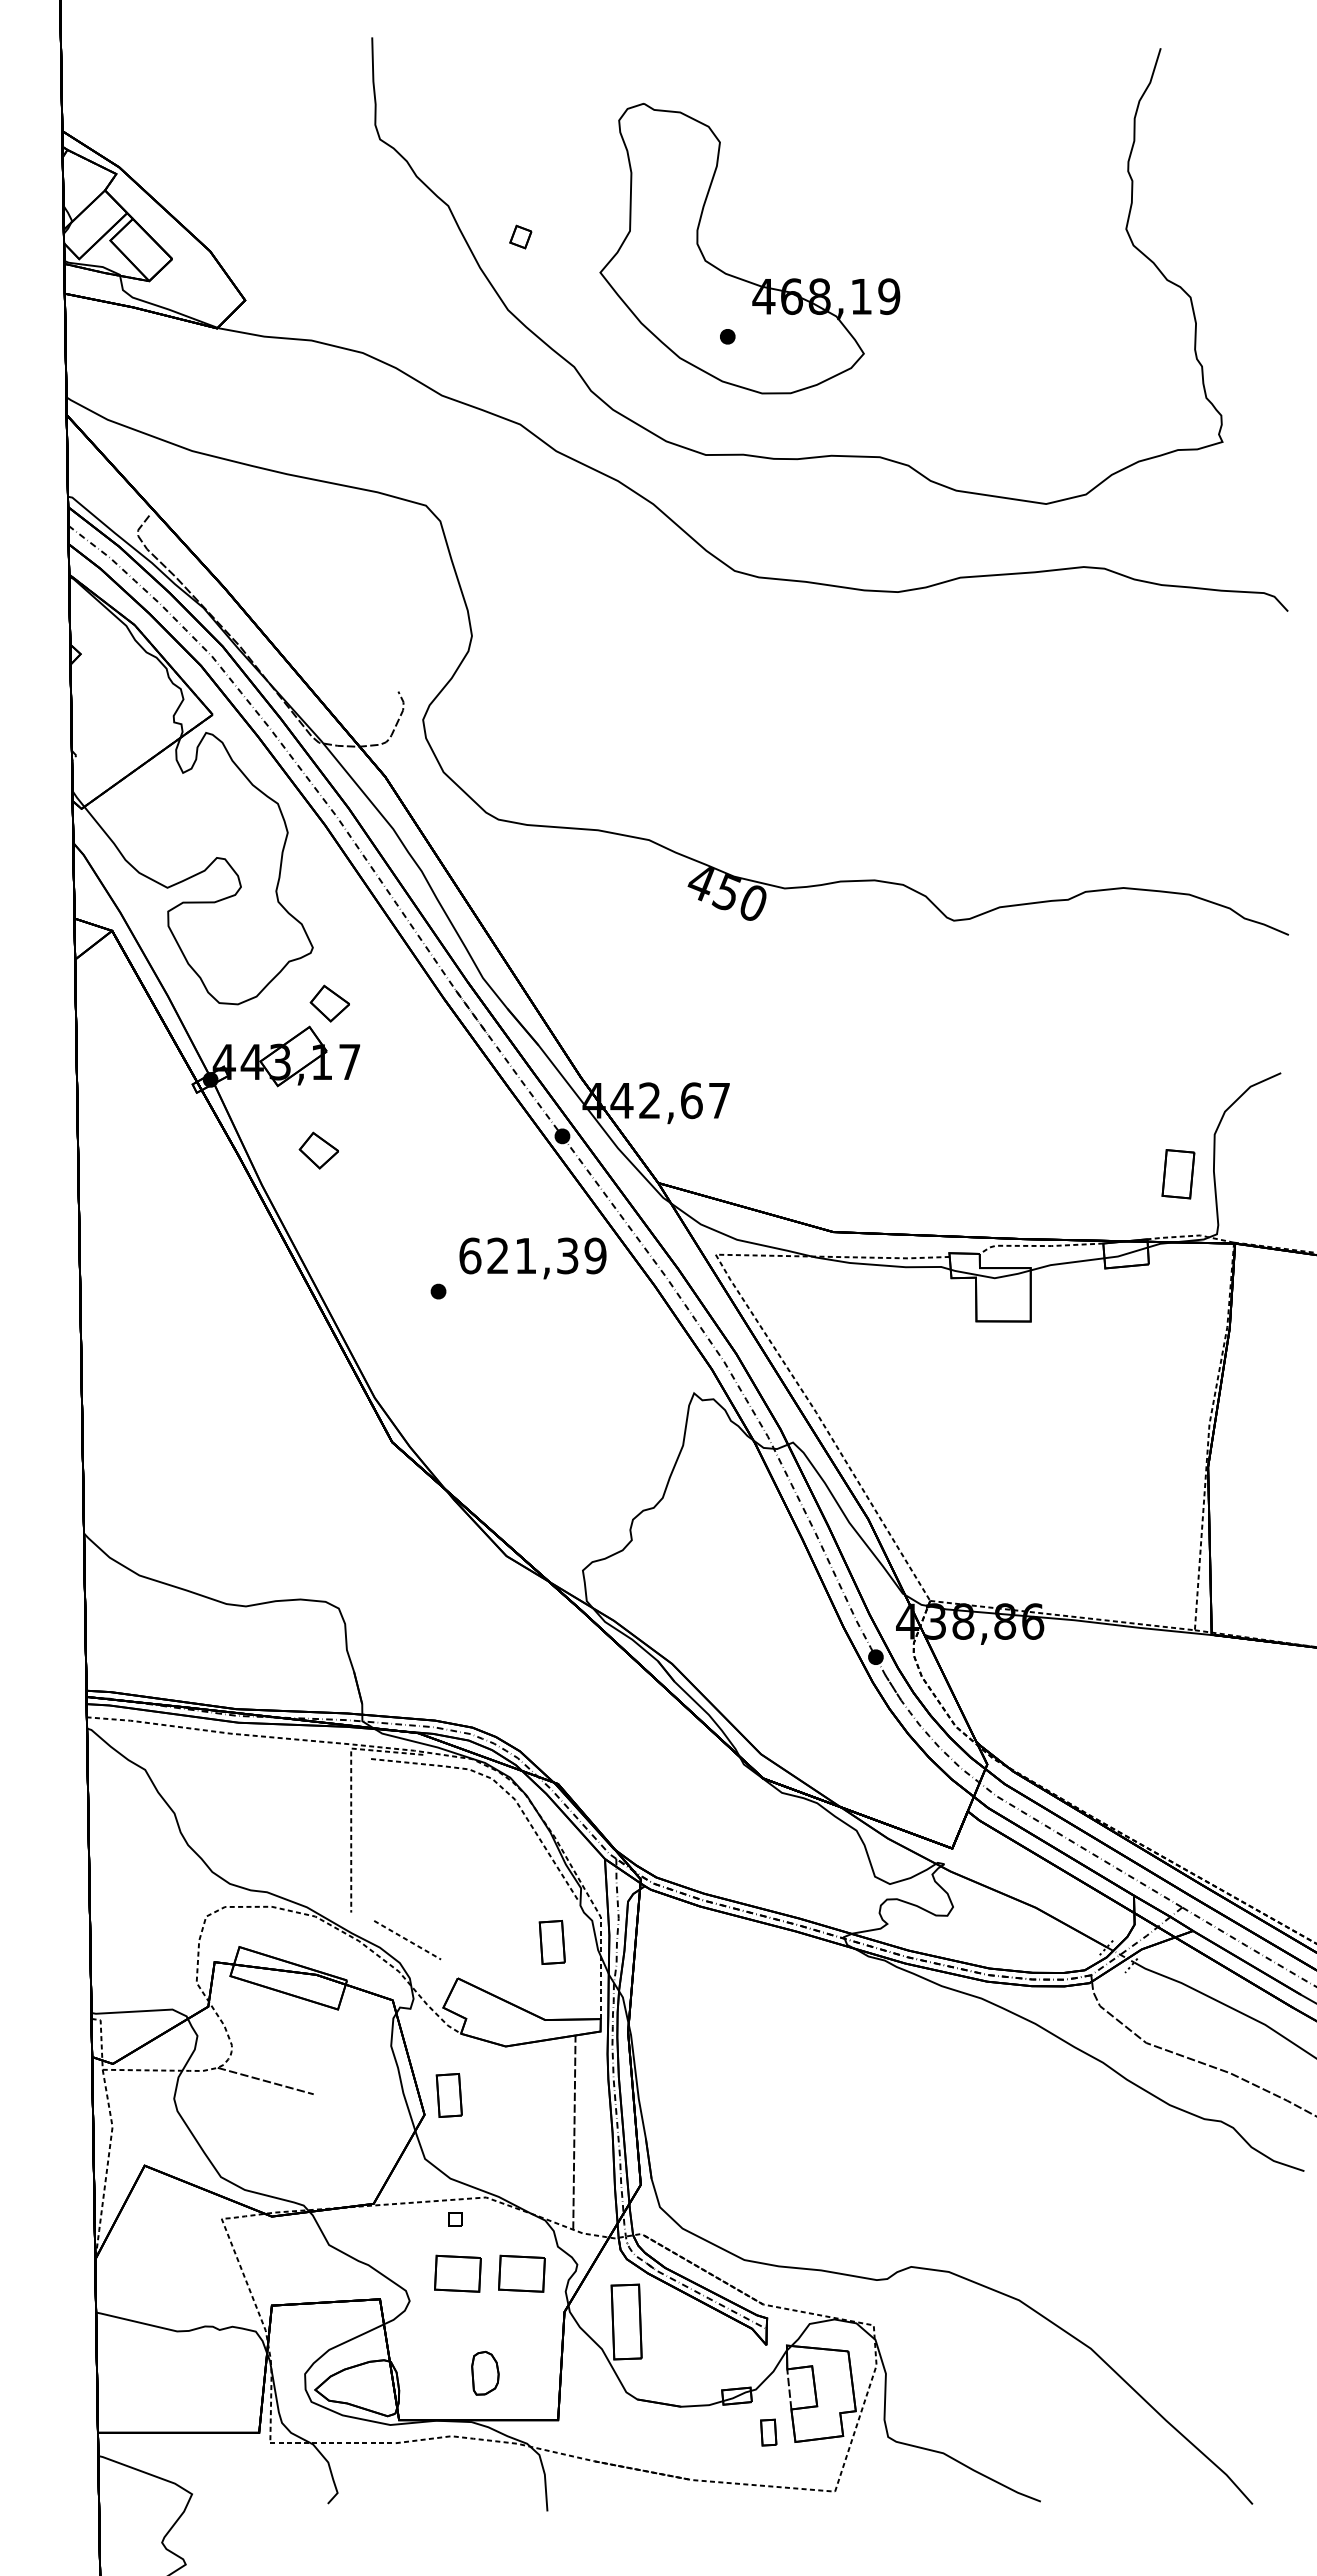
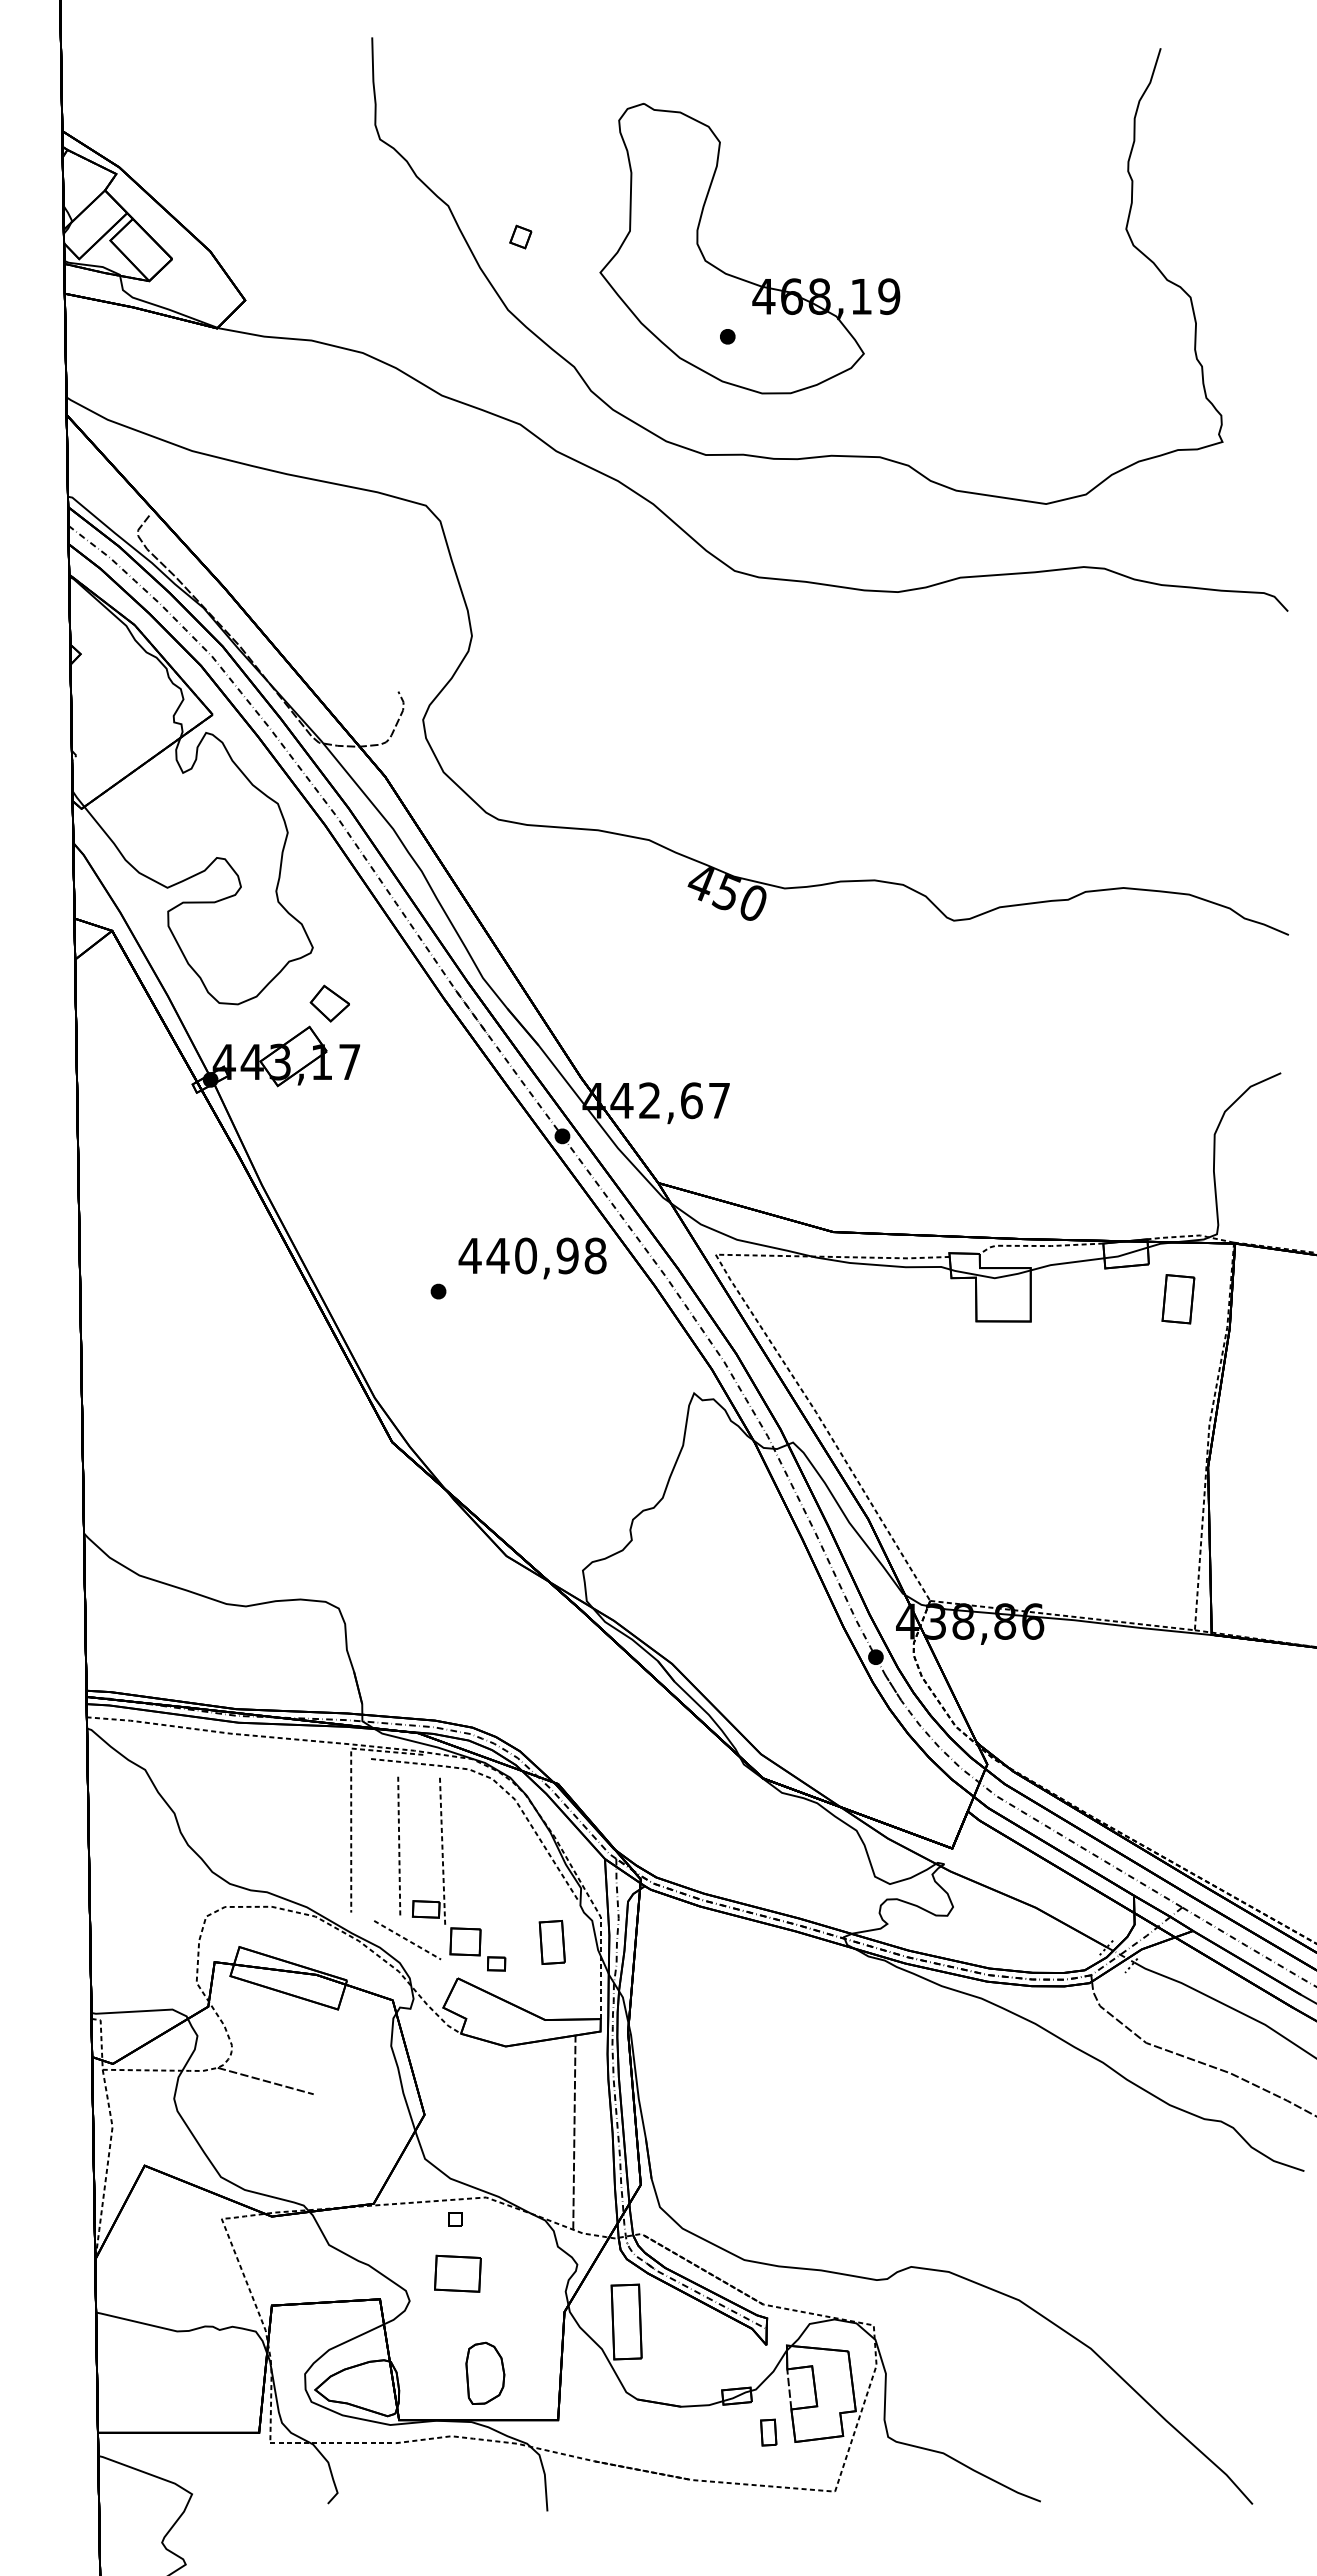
part at (318, 1150): present -> none
part at (1178, 1174) position: (1178, 1174) -> (1178, 1299)
text at (532, 1255): 621,39 -> 440,98
line at (399, 1845): none -> present
part at (444, 1874): none -> present
part at (448, 2095): present -> none
part at (521, 2273): present -> none
part at (485, 2372) size: 29x46 px -> 41x64 px
